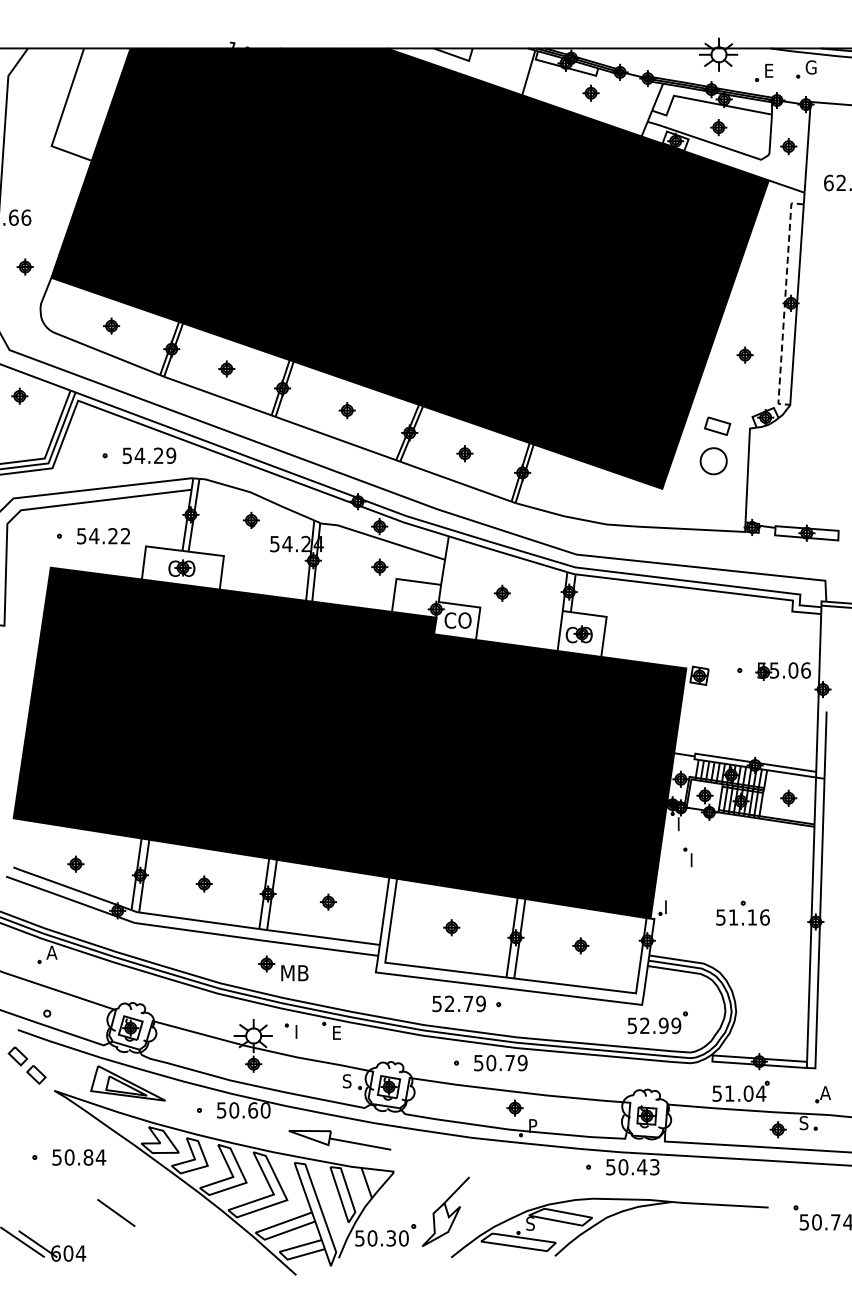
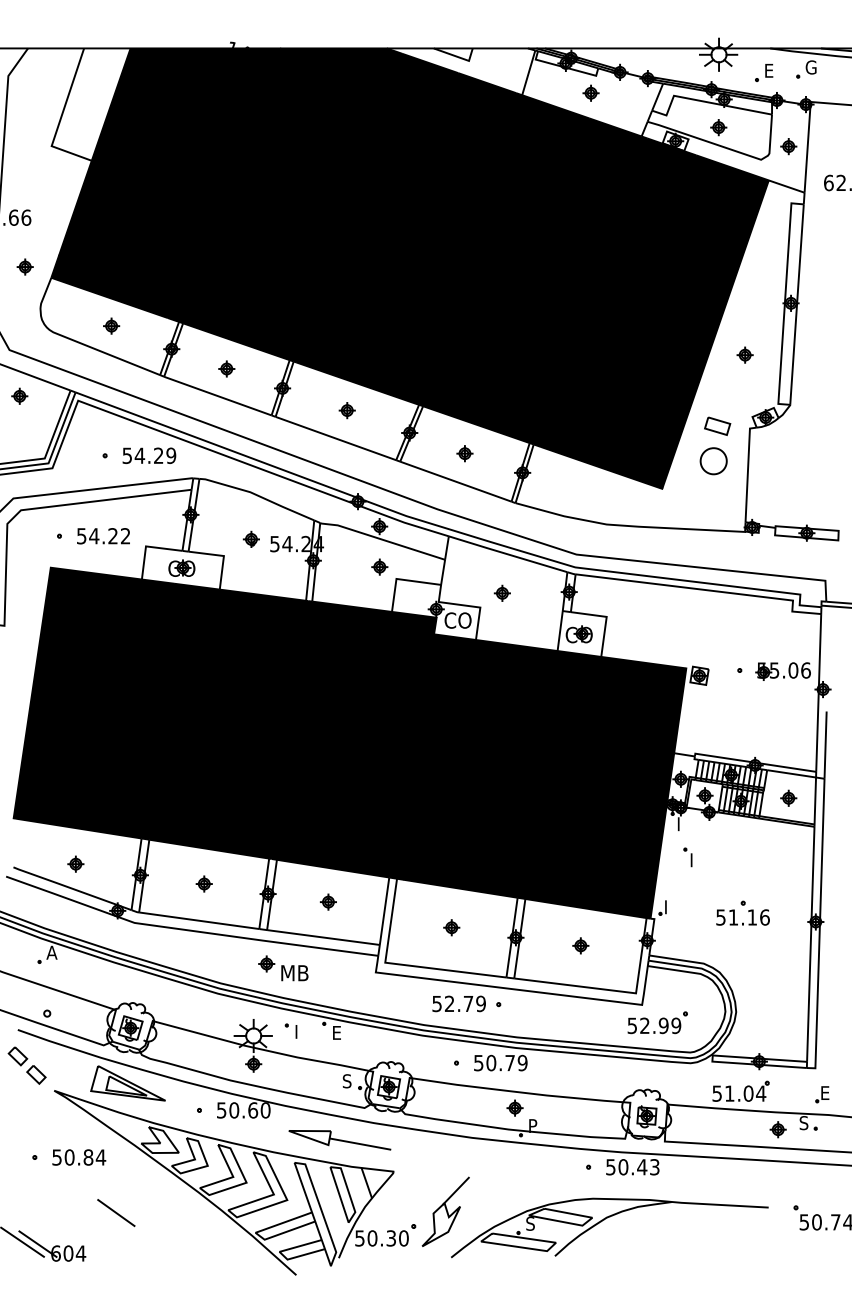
line at (784, 303): dashed -> solid
part at (250, 519) position: (250, 519) -> (250, 538)
text at (825, 1092): A -> E
